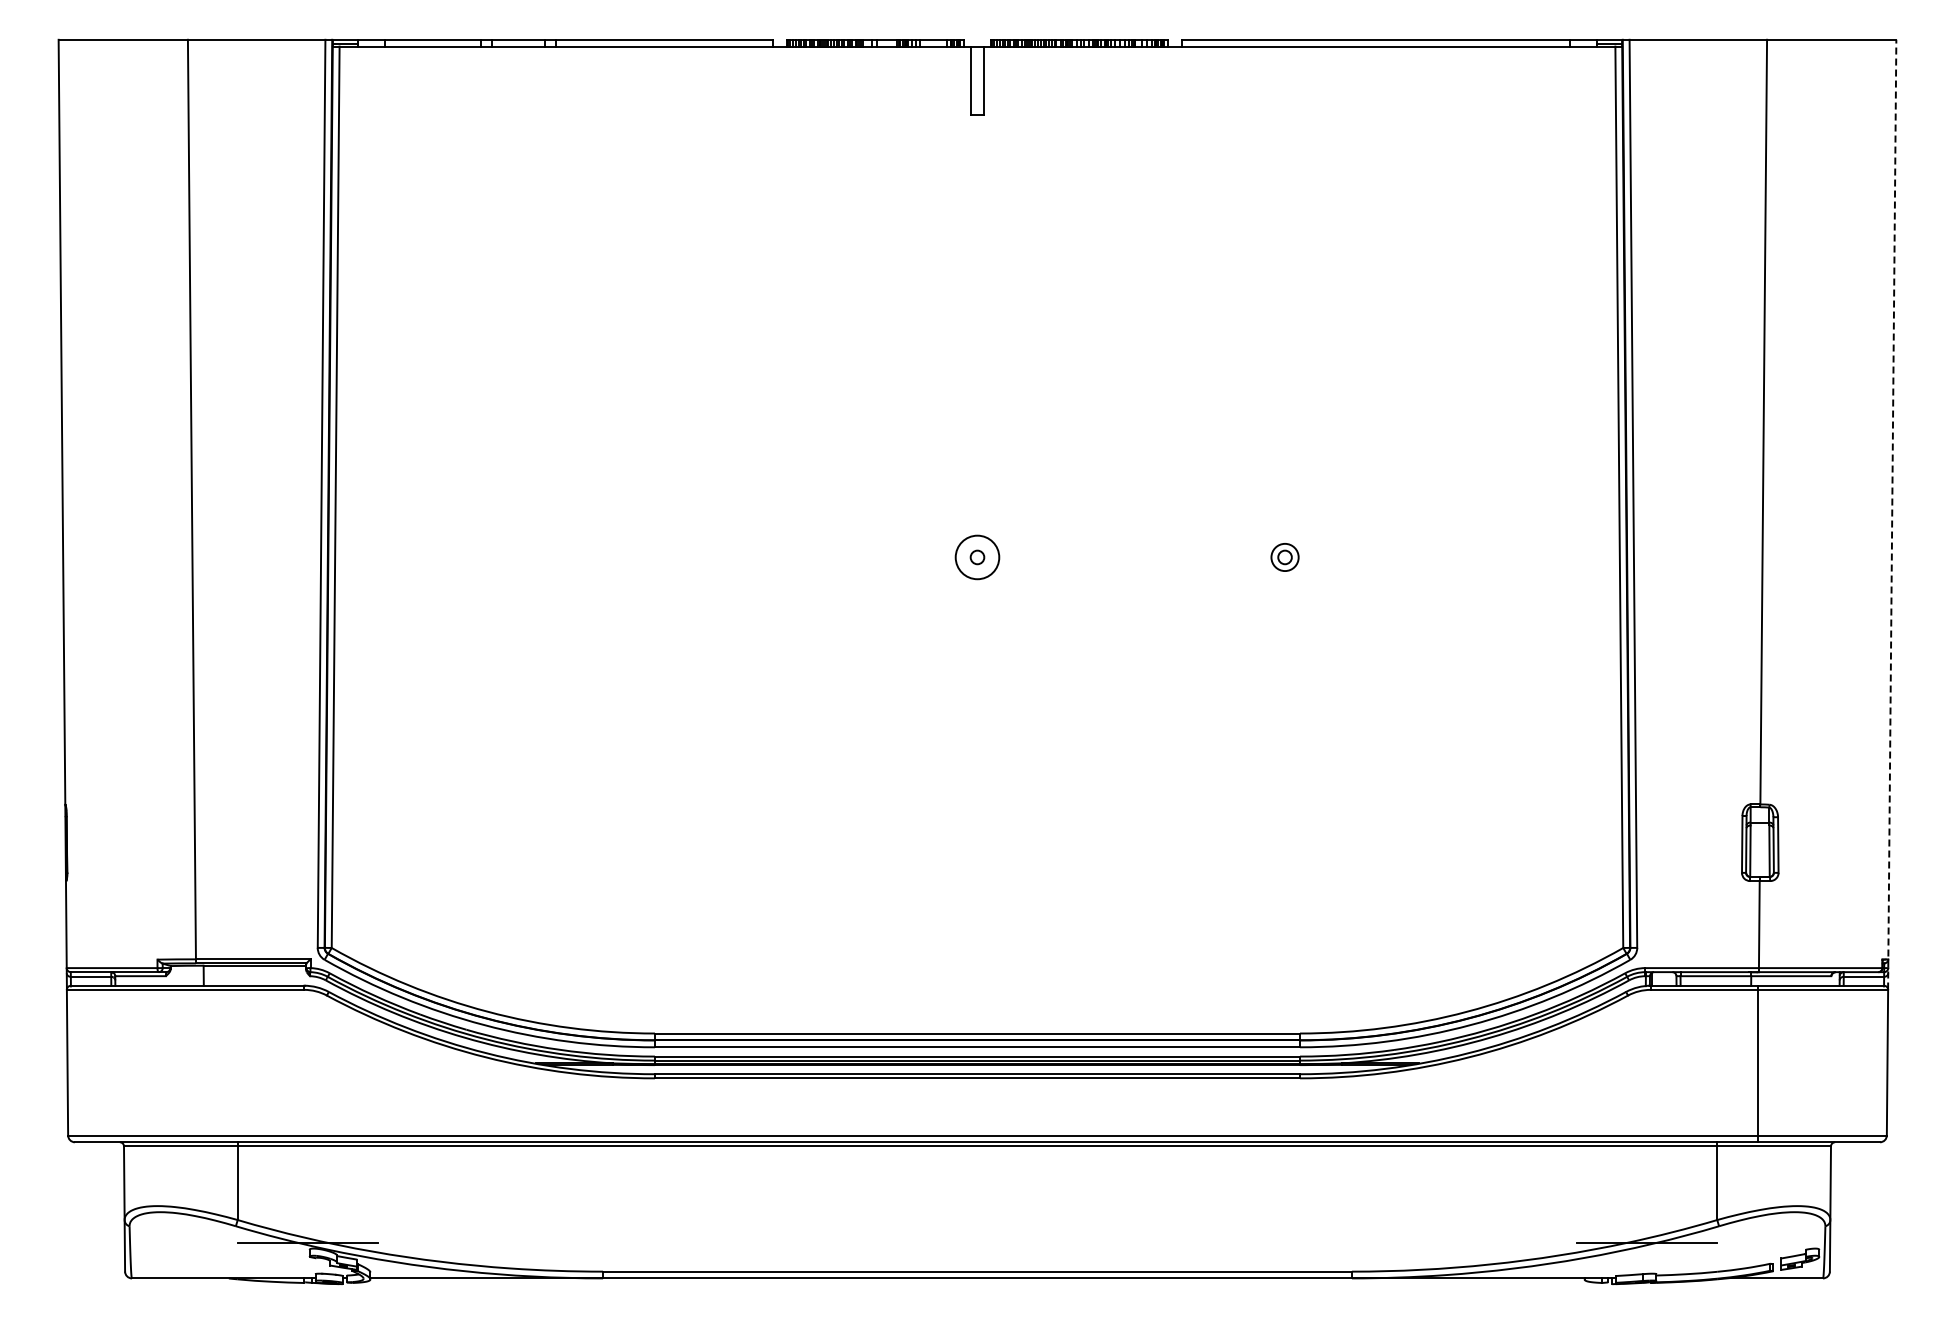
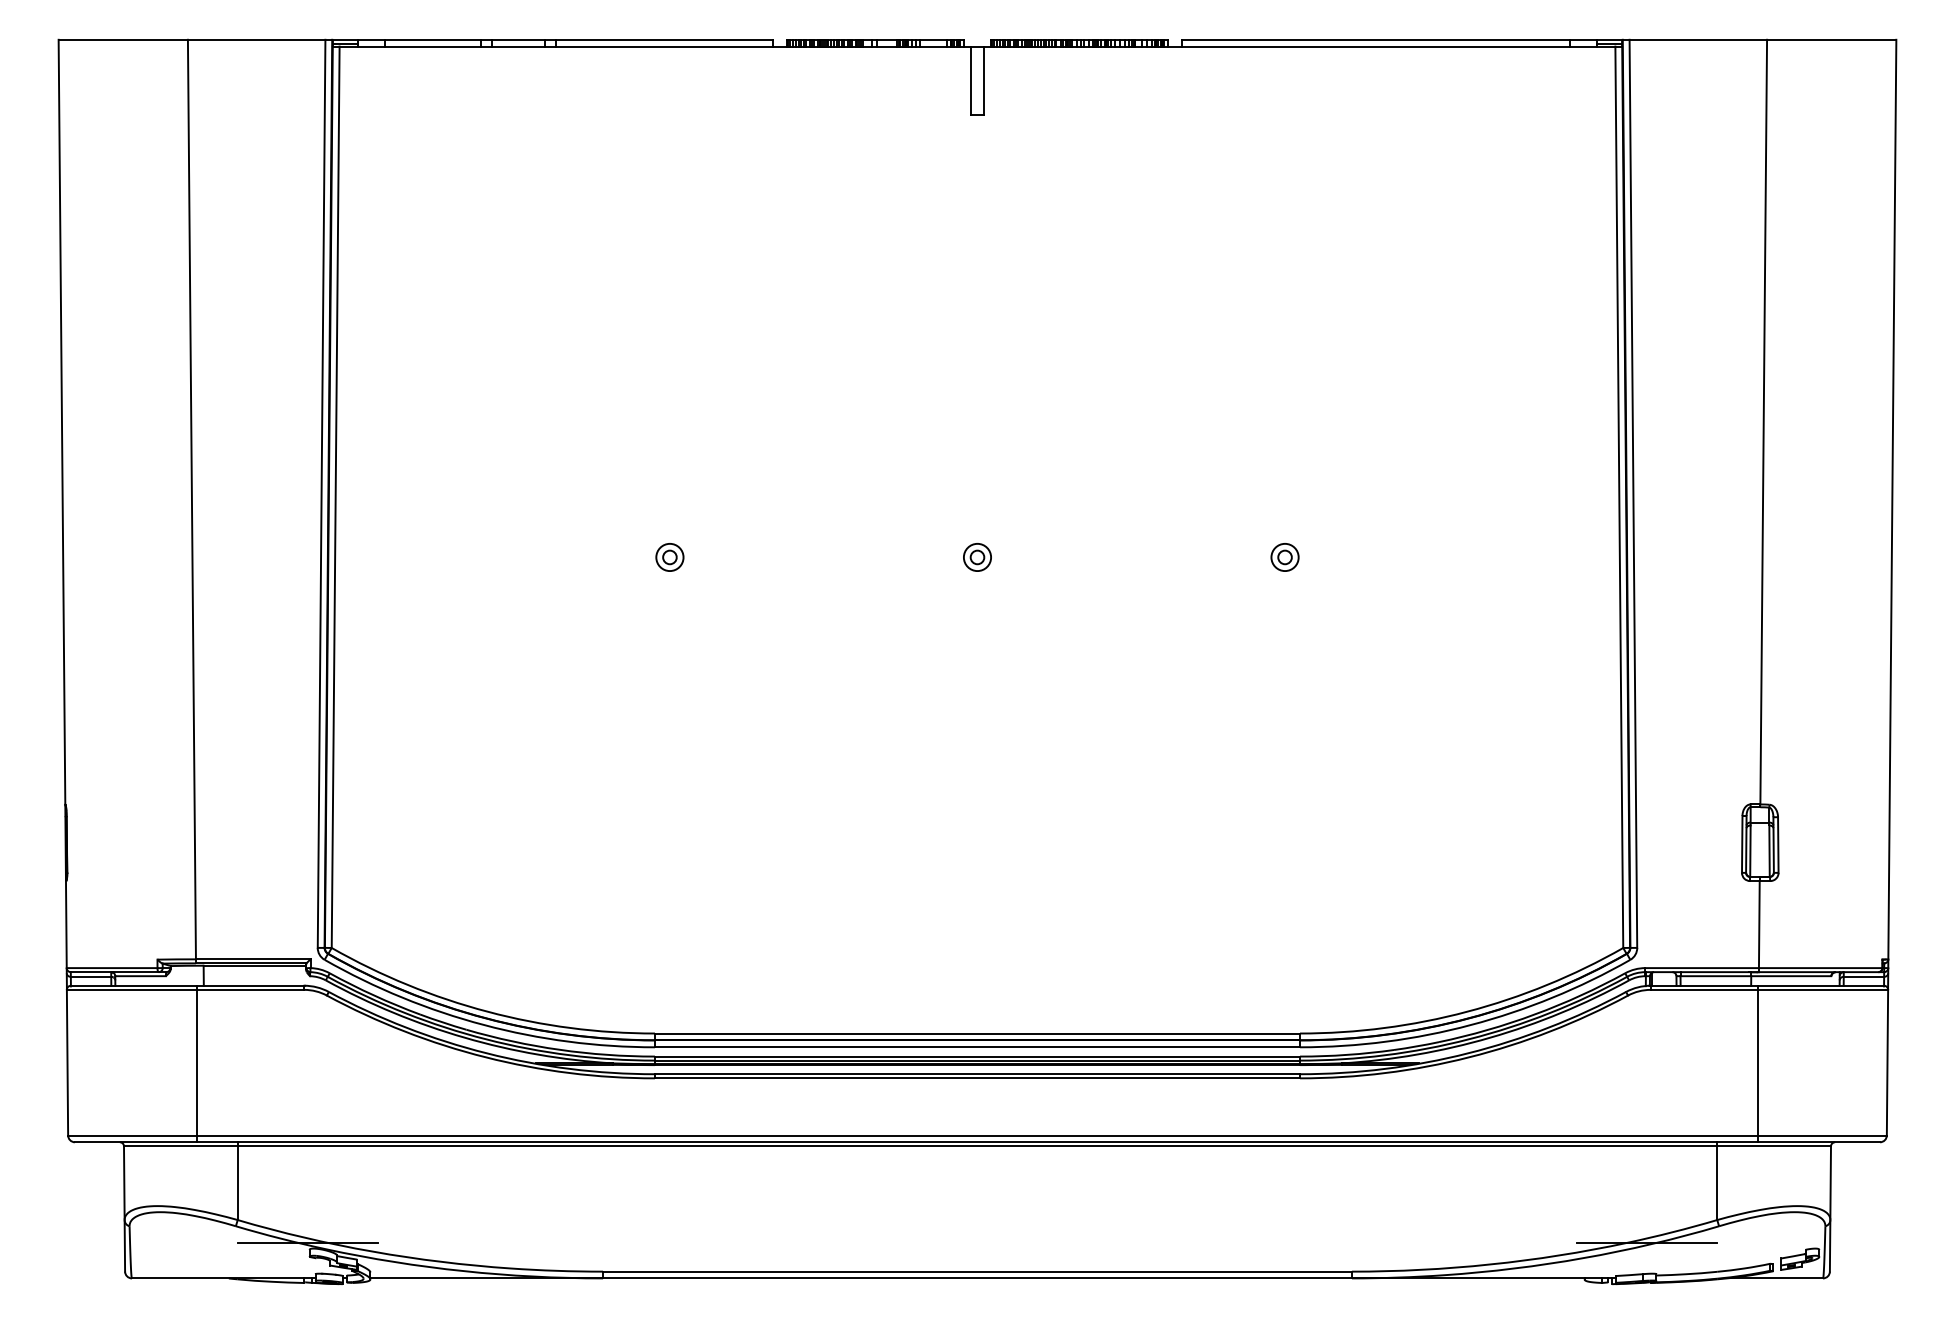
line at (1892, 514): dashed -> solid
part at (669, 557): none -> present
circle at (977, 557) diameter: 44 px -> 27 px
line at (196, 1063): none -> present
